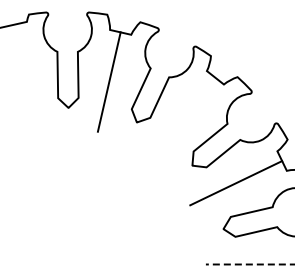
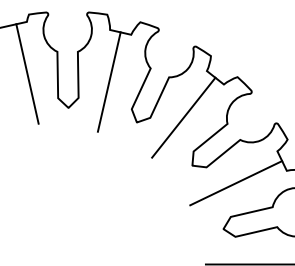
line at (27, 73): none -> present
line at (183, 117): none -> present
line at (249, 264): dashed -> solid
